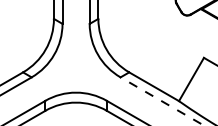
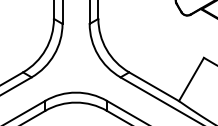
line at (162, 101): dashed -> solid
